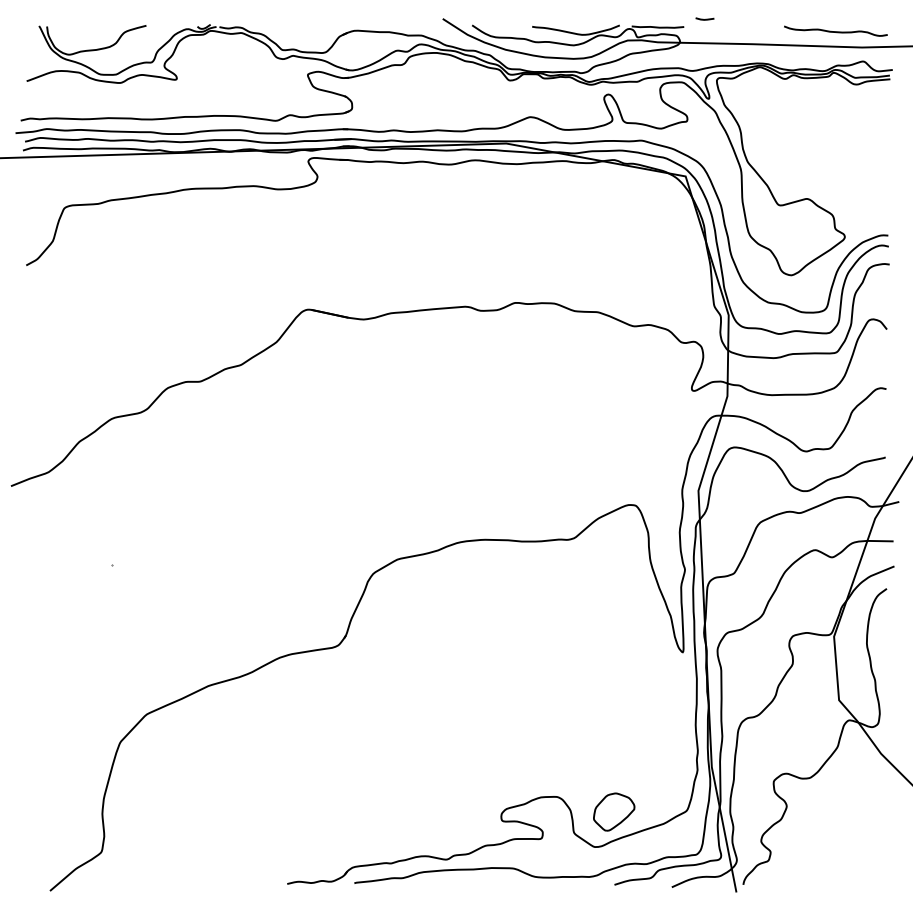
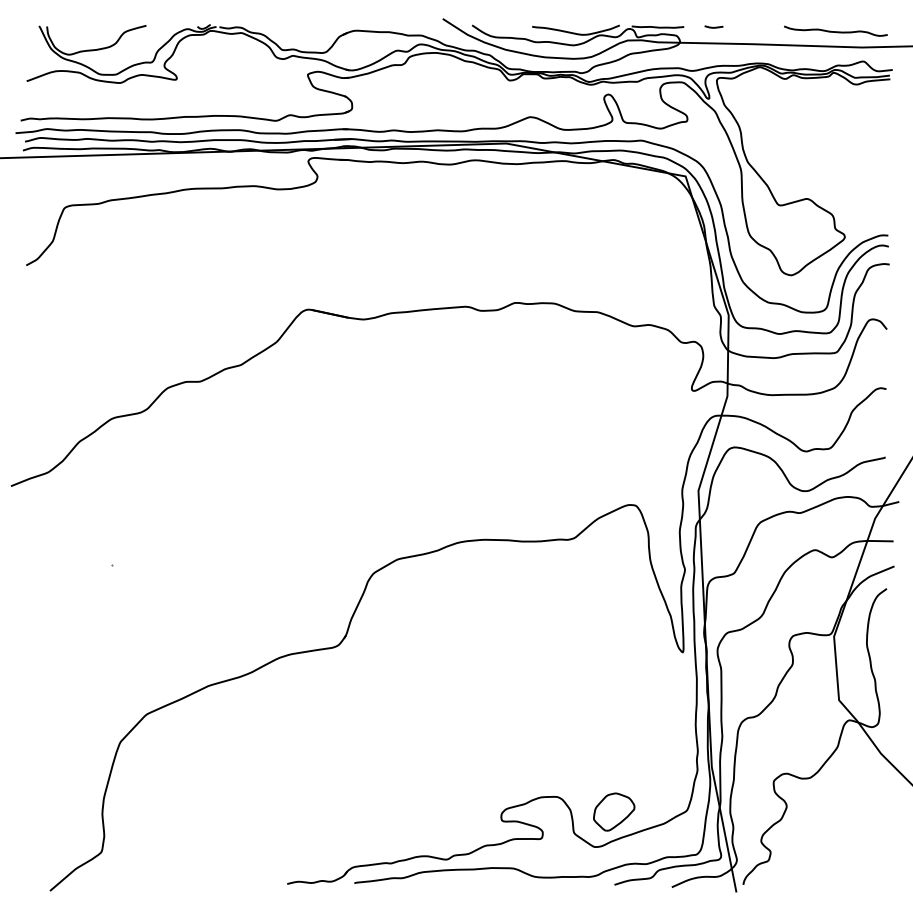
line at (703, 18) position: (703, 18) -> (712, 26)
